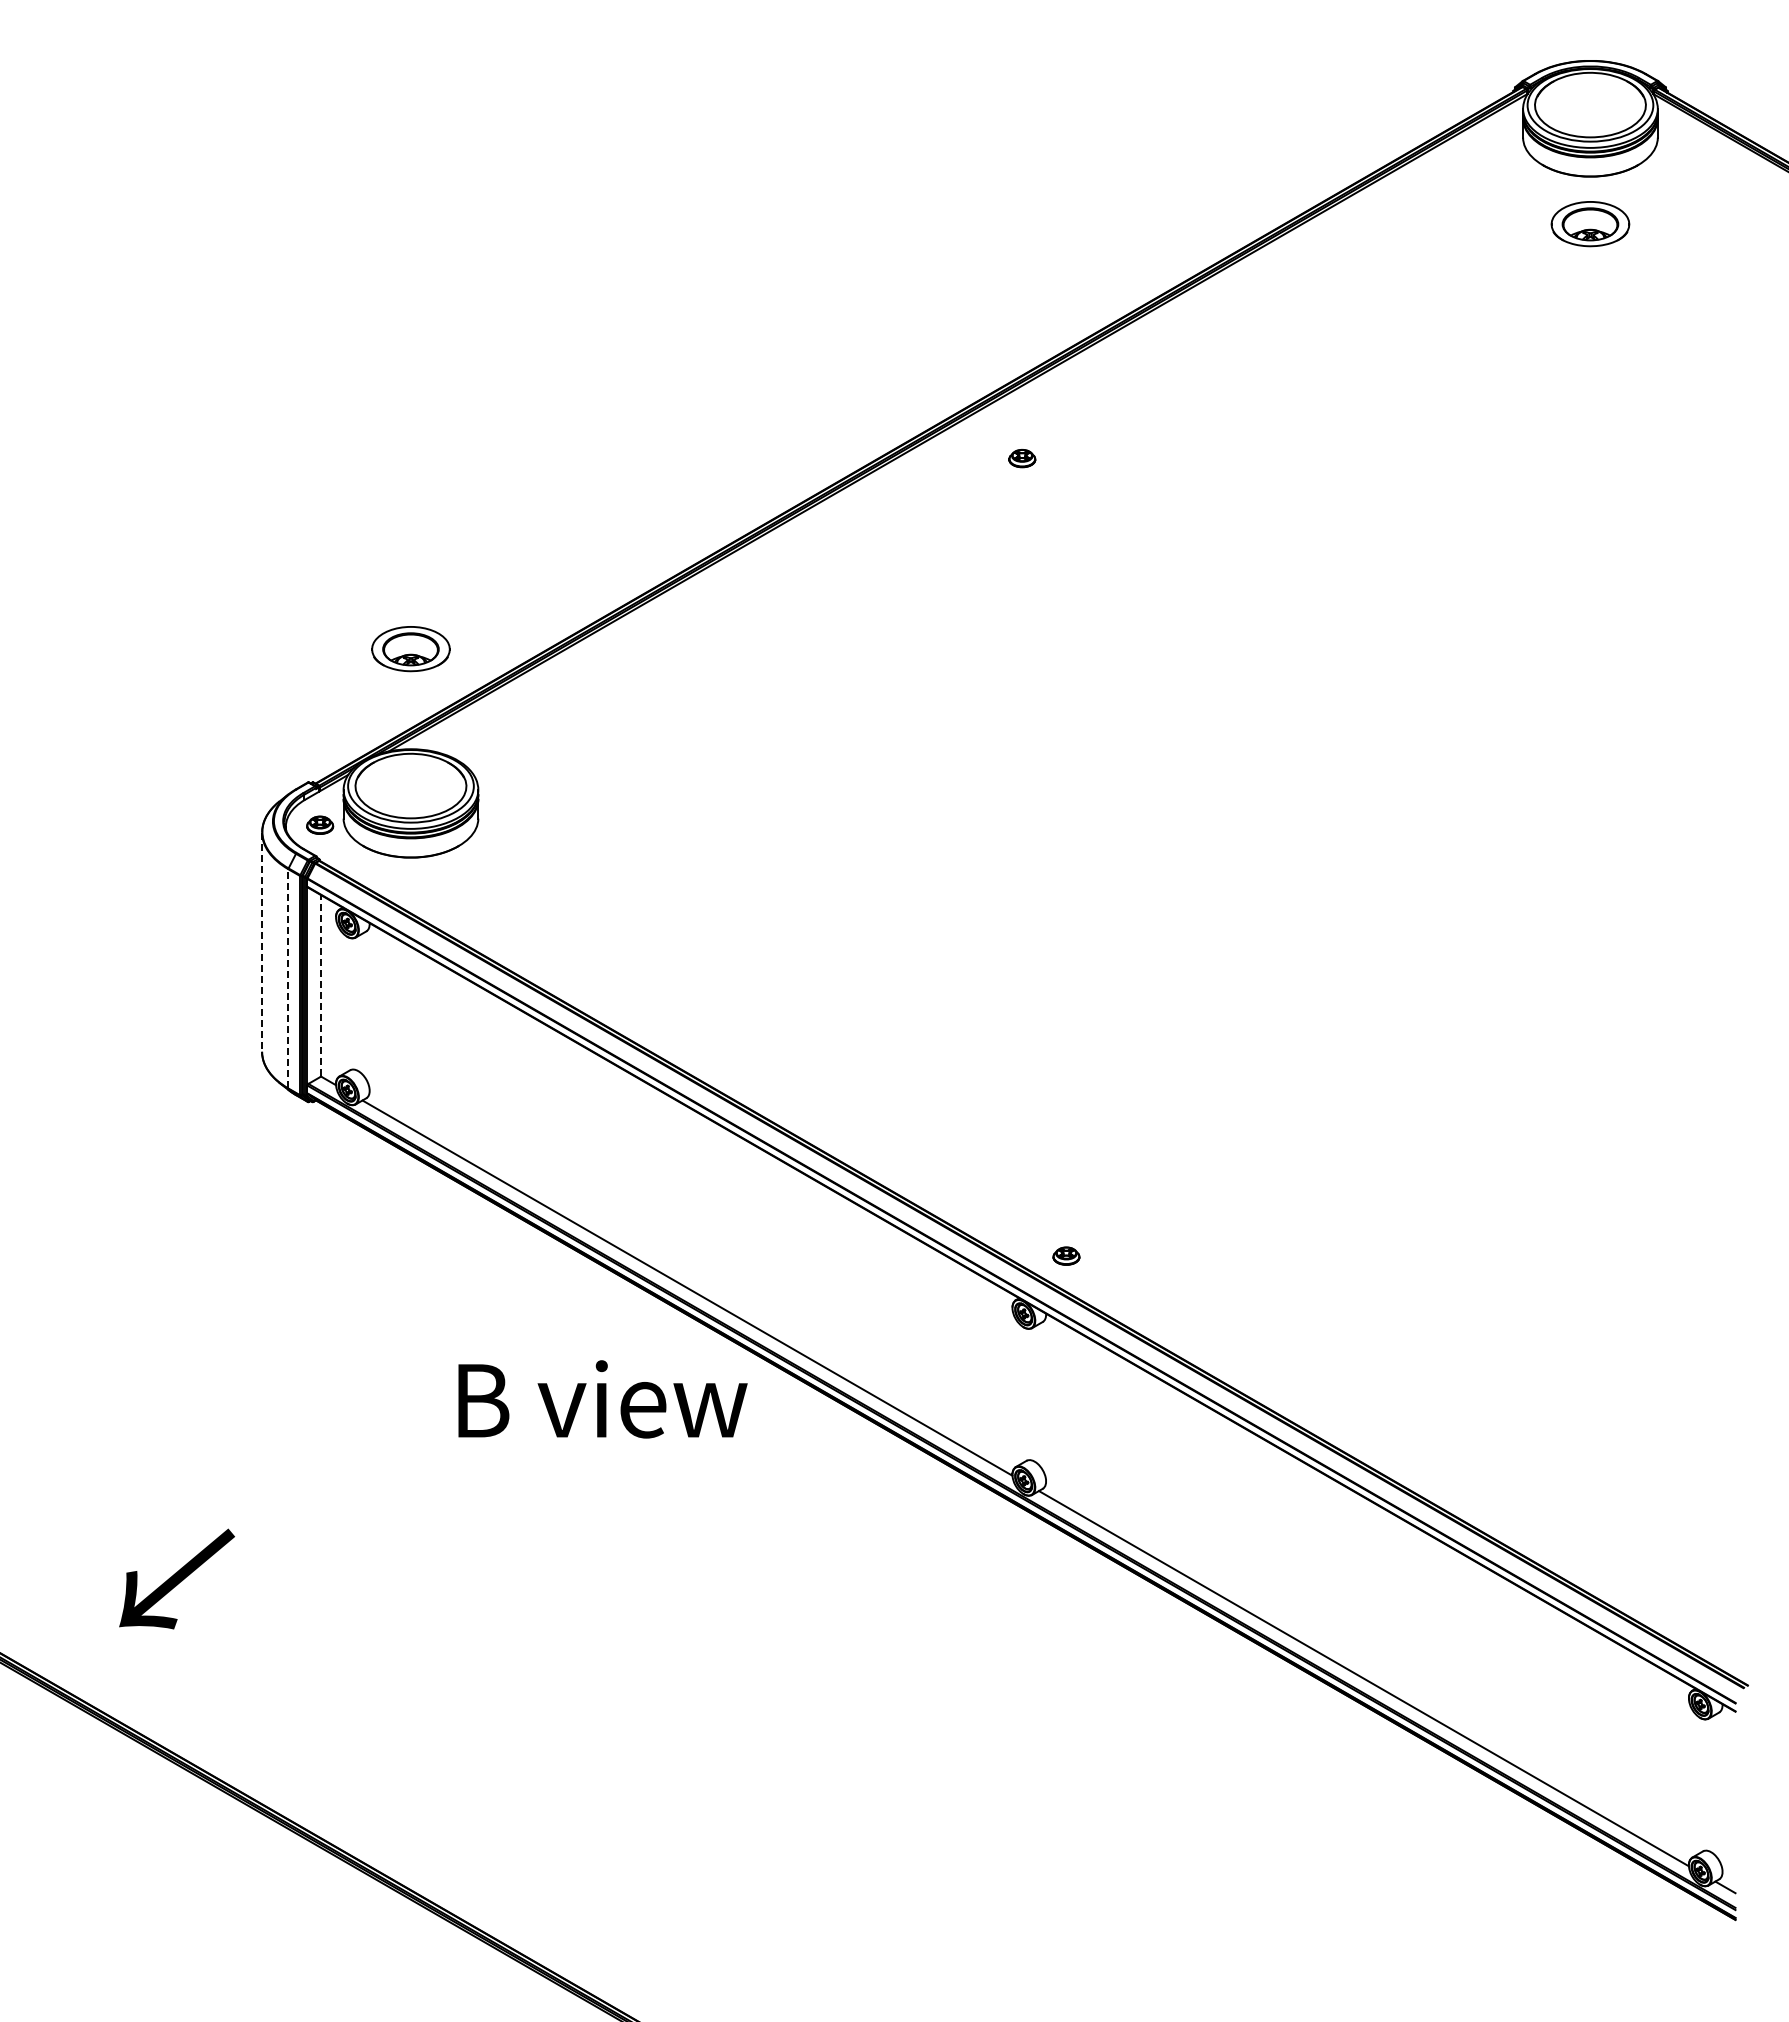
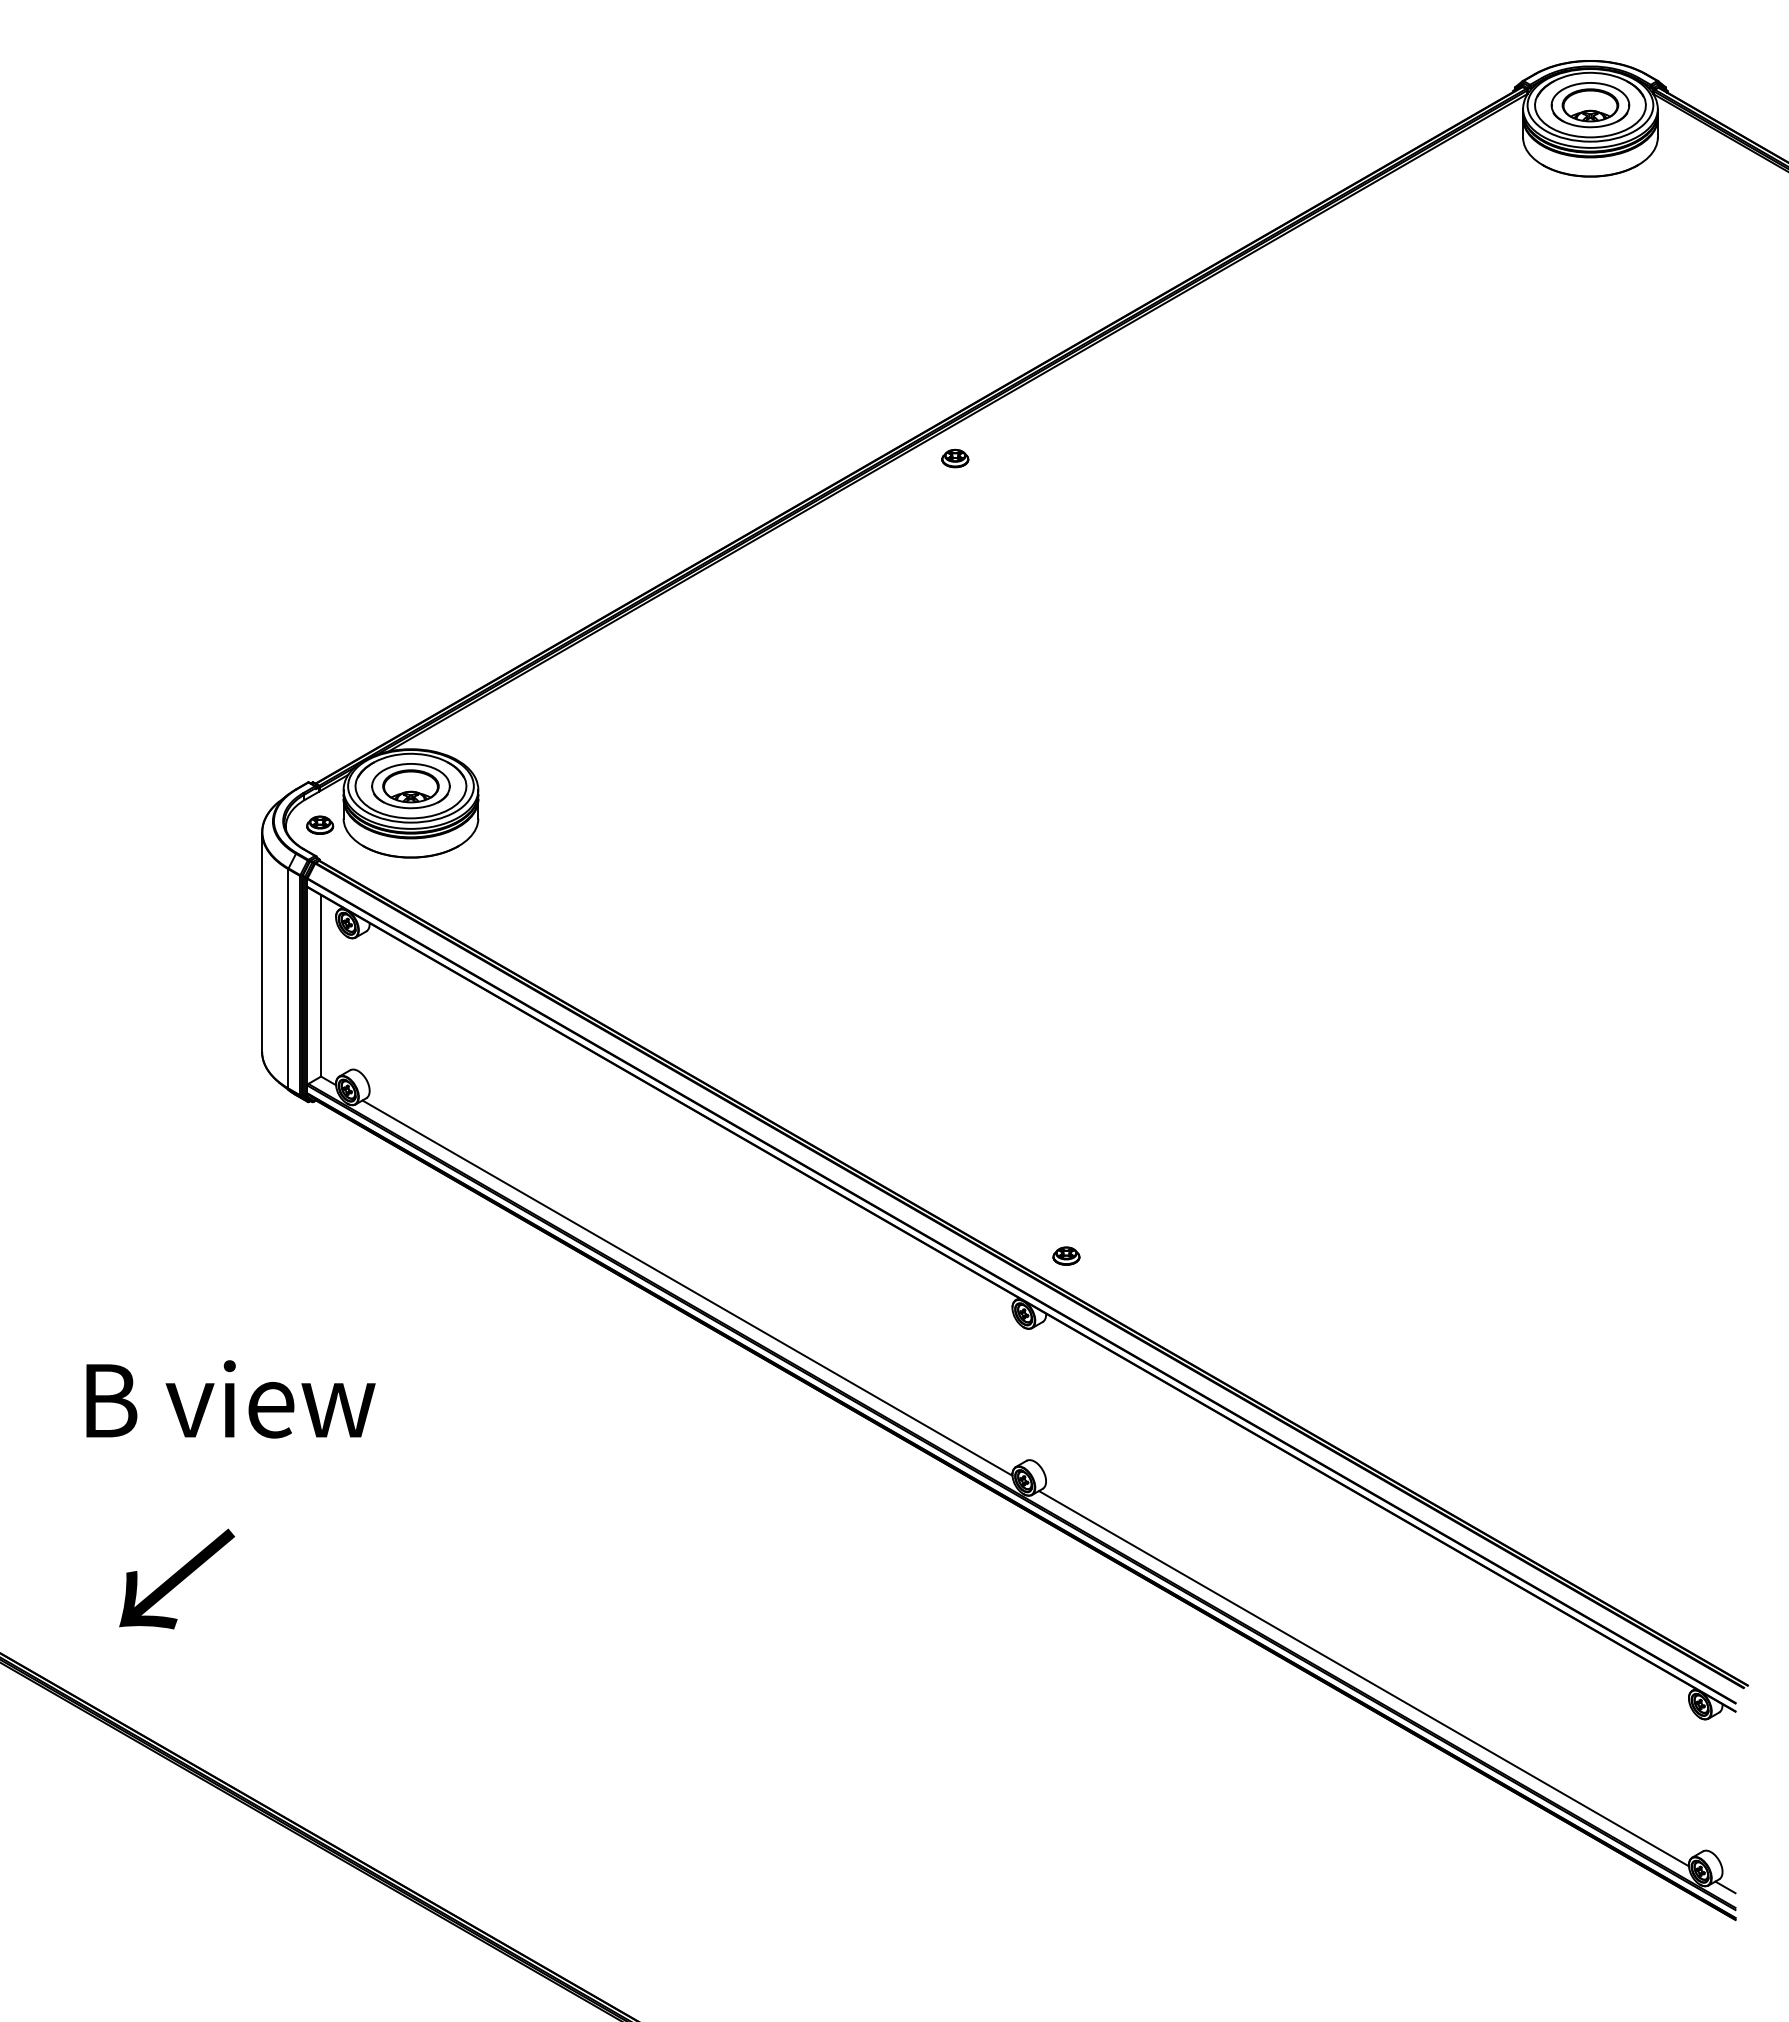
part at (1590, 224) position: (1590, 224) -> (1590, 105)
part at (1022, 458) position: (1022, 458) -> (955, 458)
part at (410, 649) position: (410, 649) -> (410, 786)
line at (262, 942): dashed -> solid
line at (288, 978): dashed -> solid
line at (320, 985): dashed -> solid
text at (602, 1399) position: (602, 1399) -> (230, 1399)
